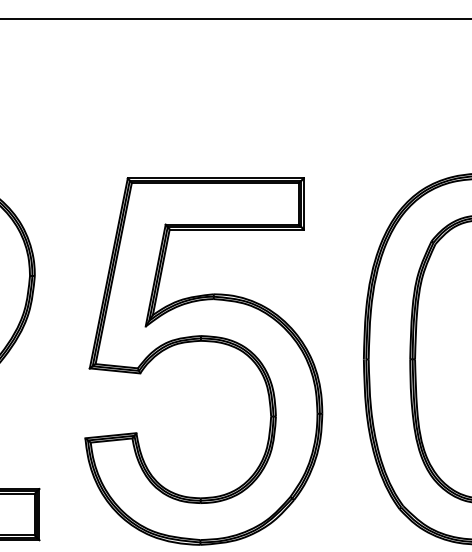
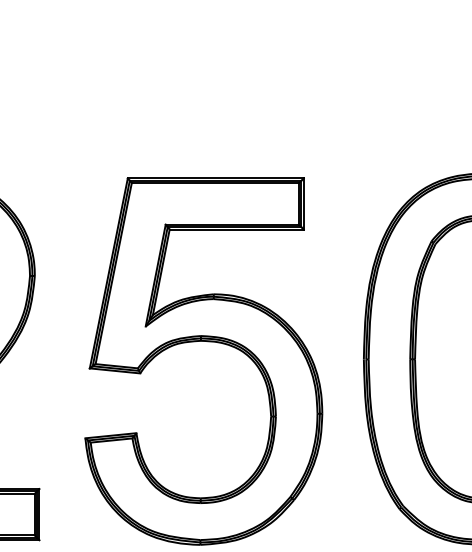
line at (235, 19): present -> none
